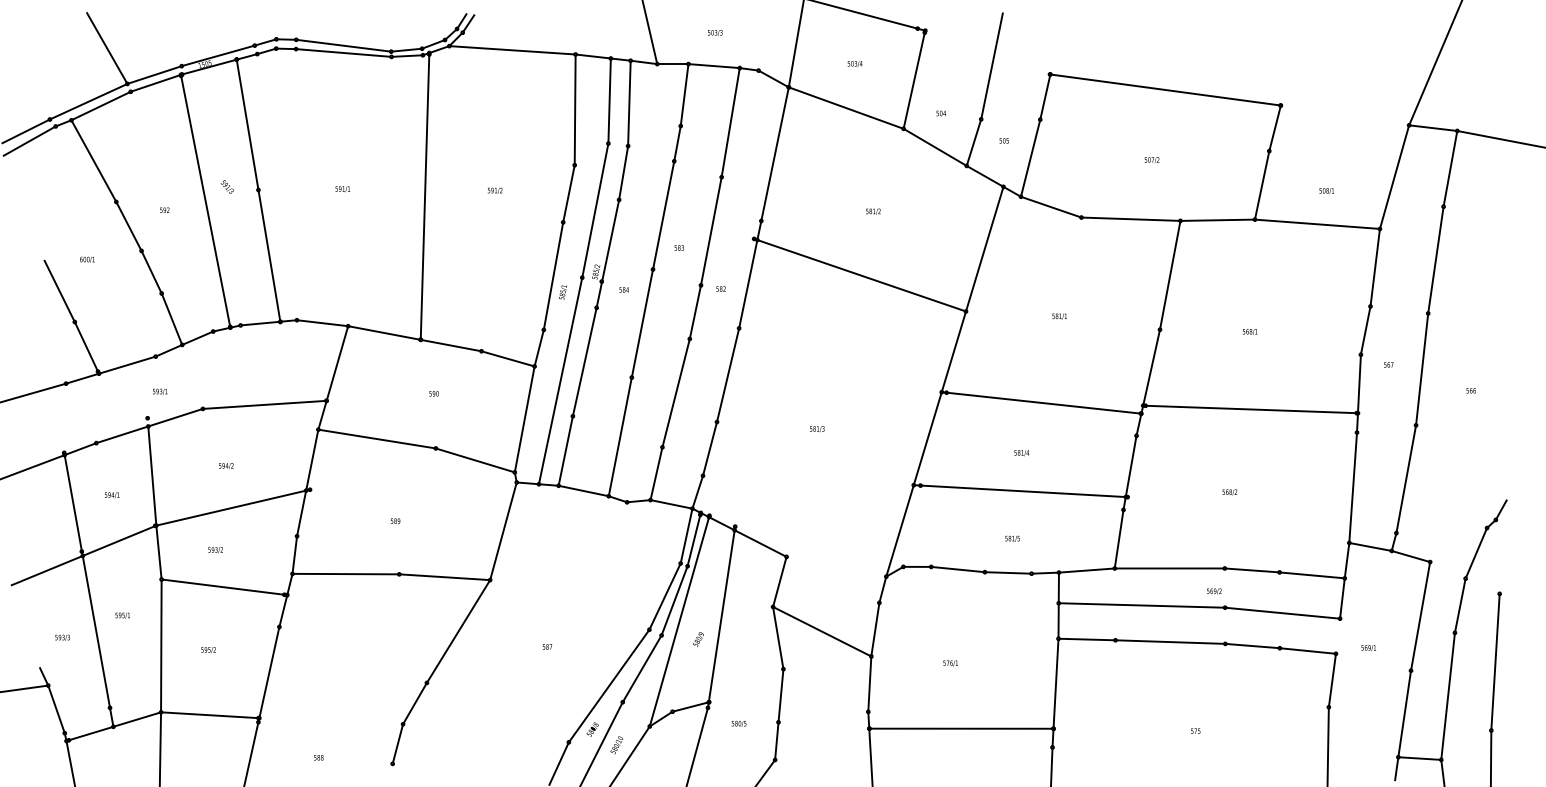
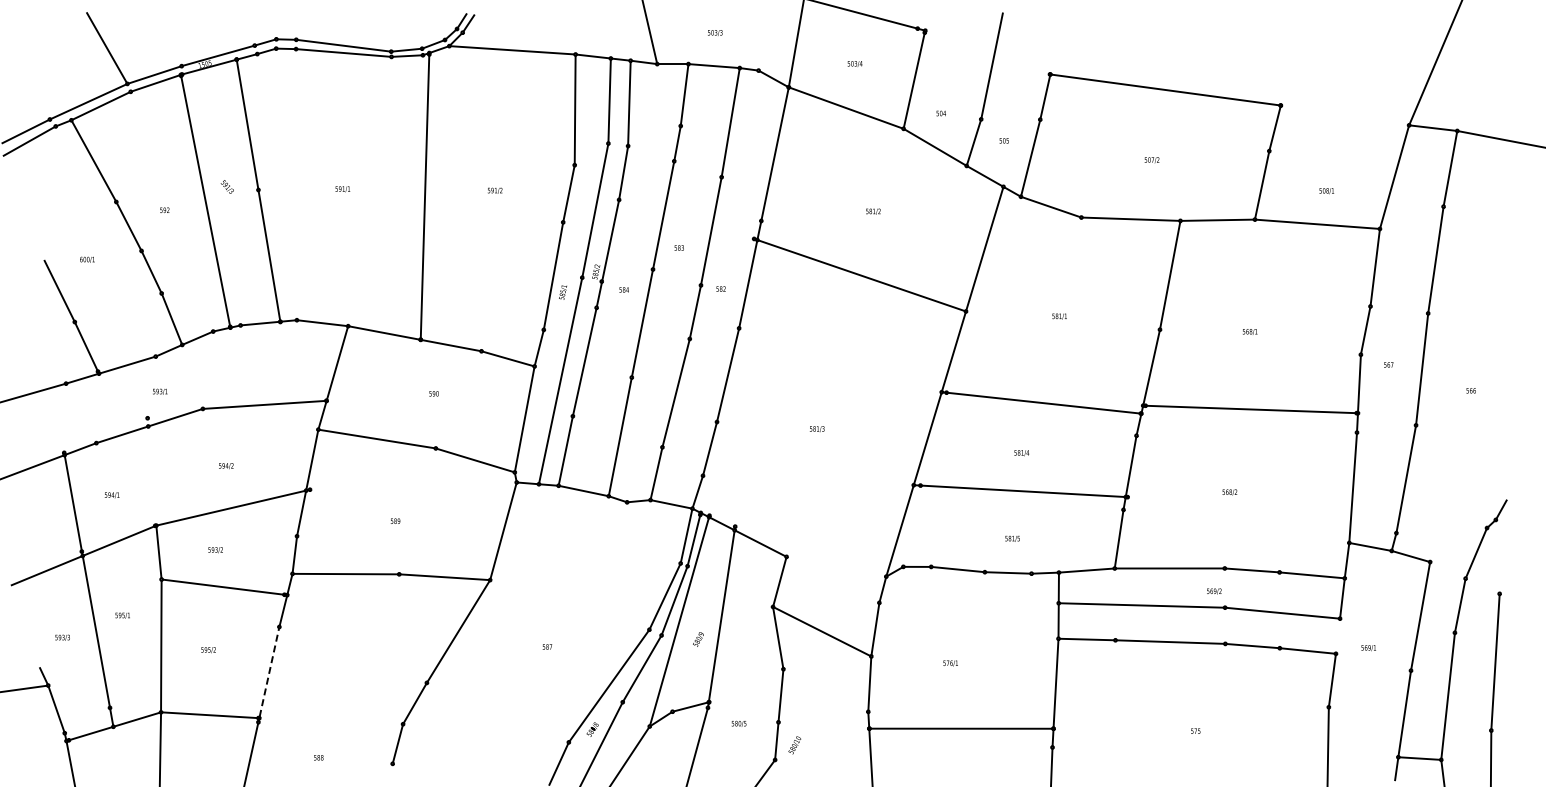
line at (152, 475): present -> none
line at (269, 672): solid -> dashed
text at (616, 745) position: (616, 745) -> (794, 745)
